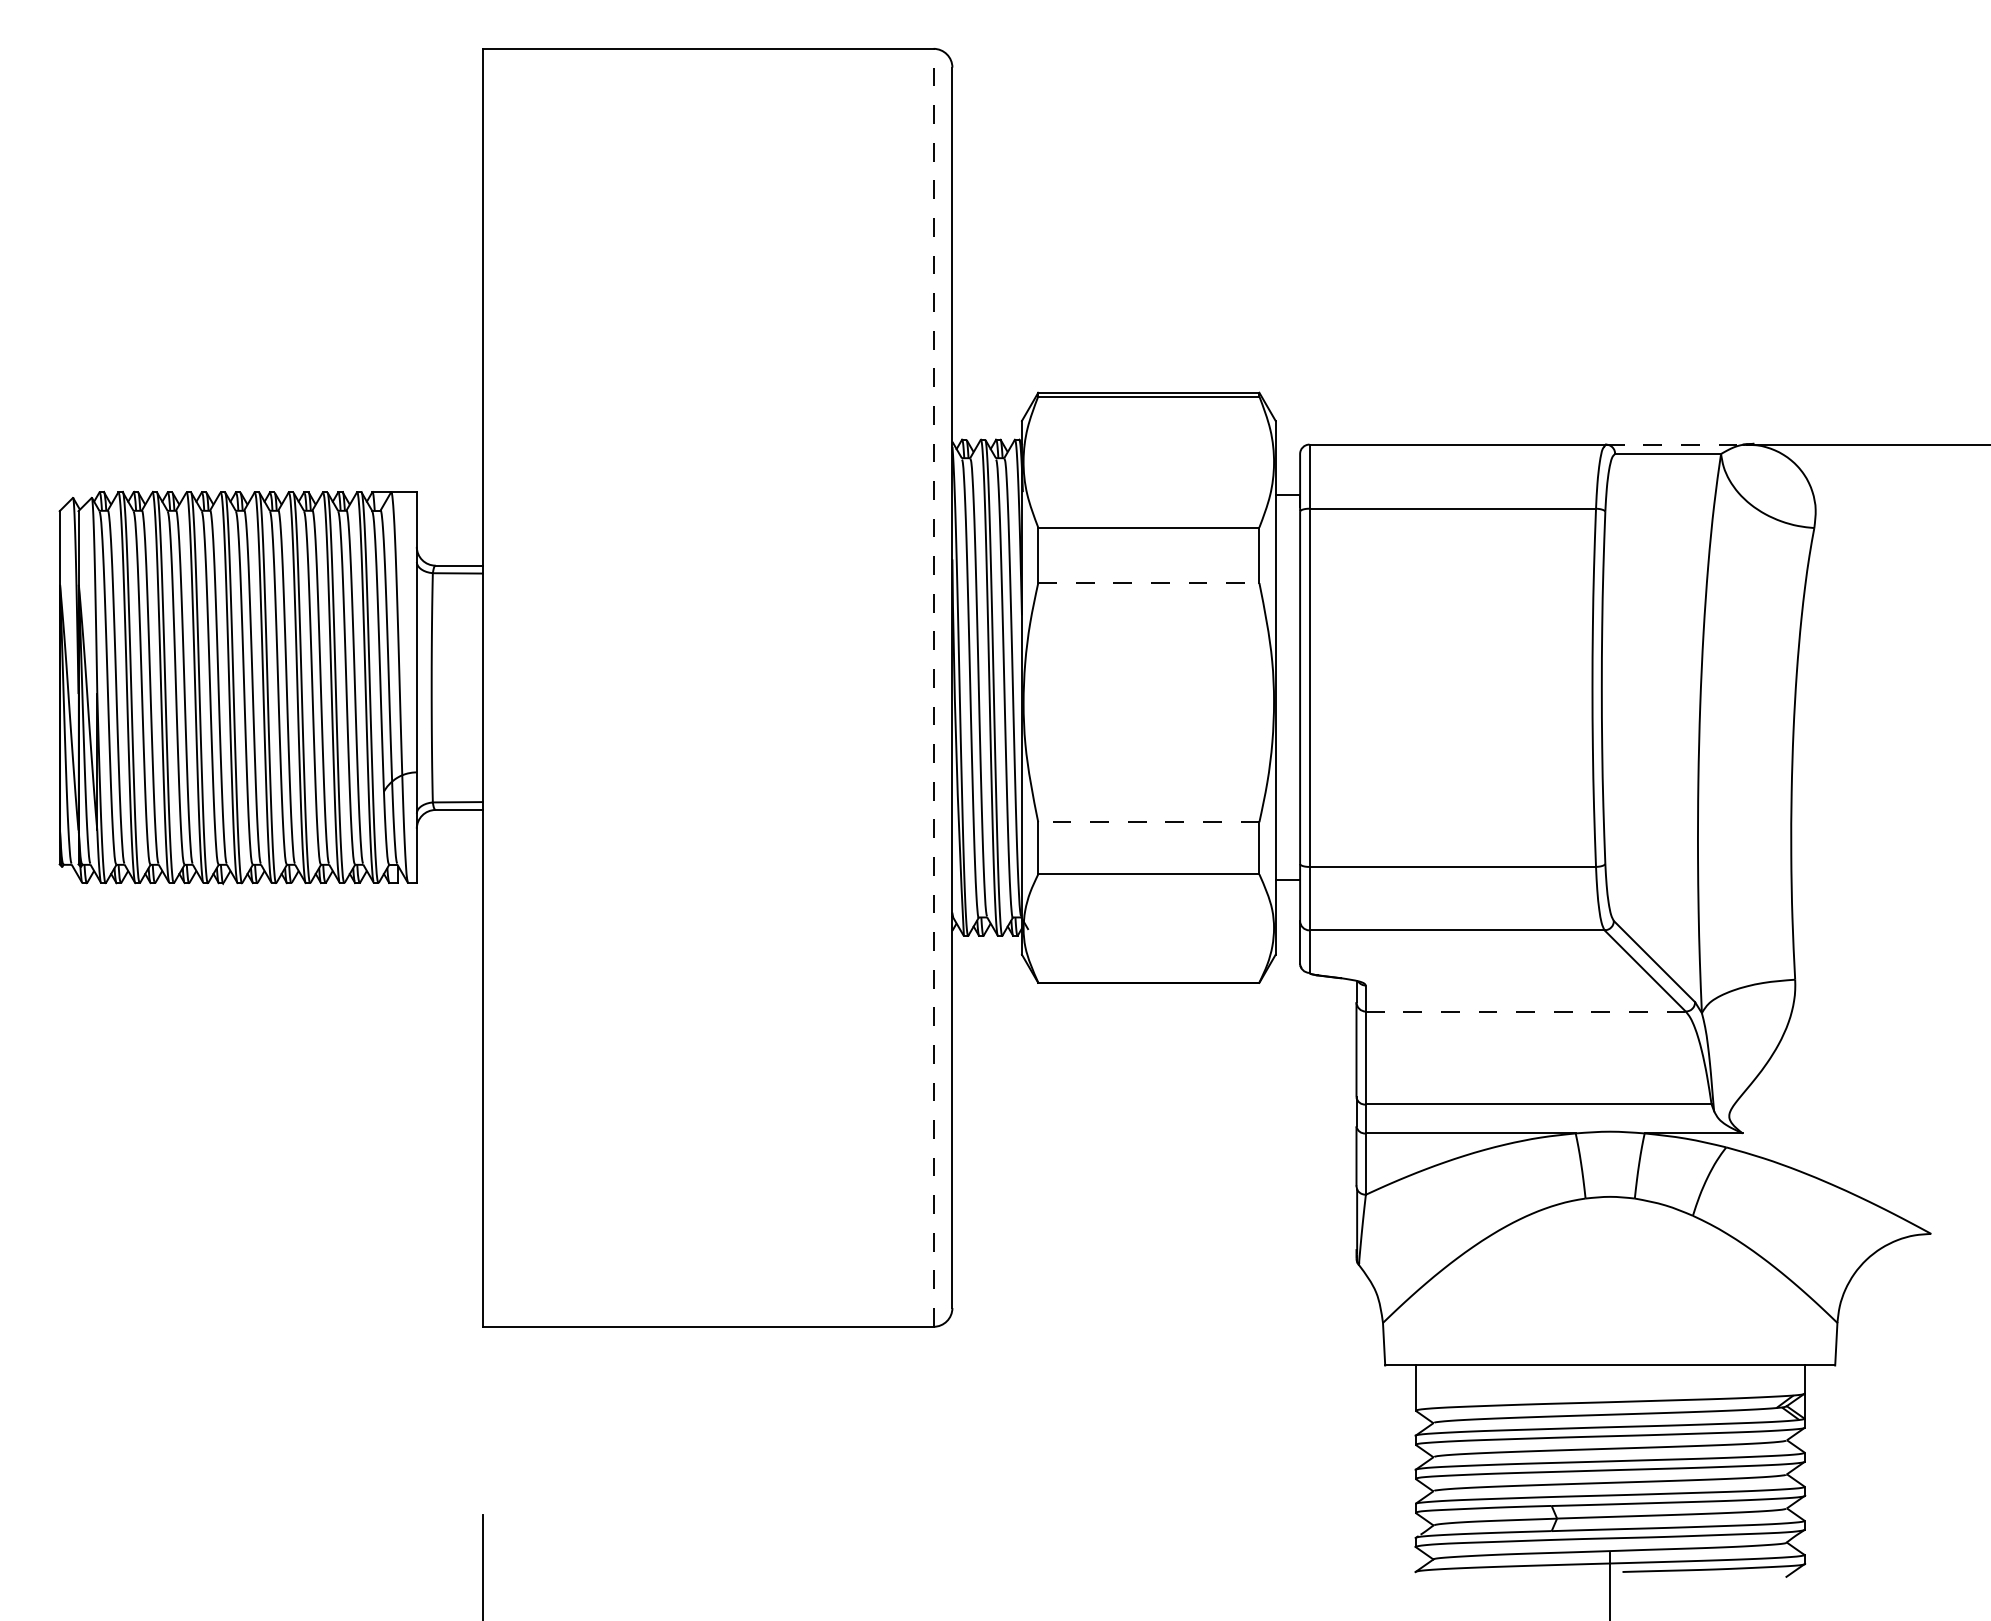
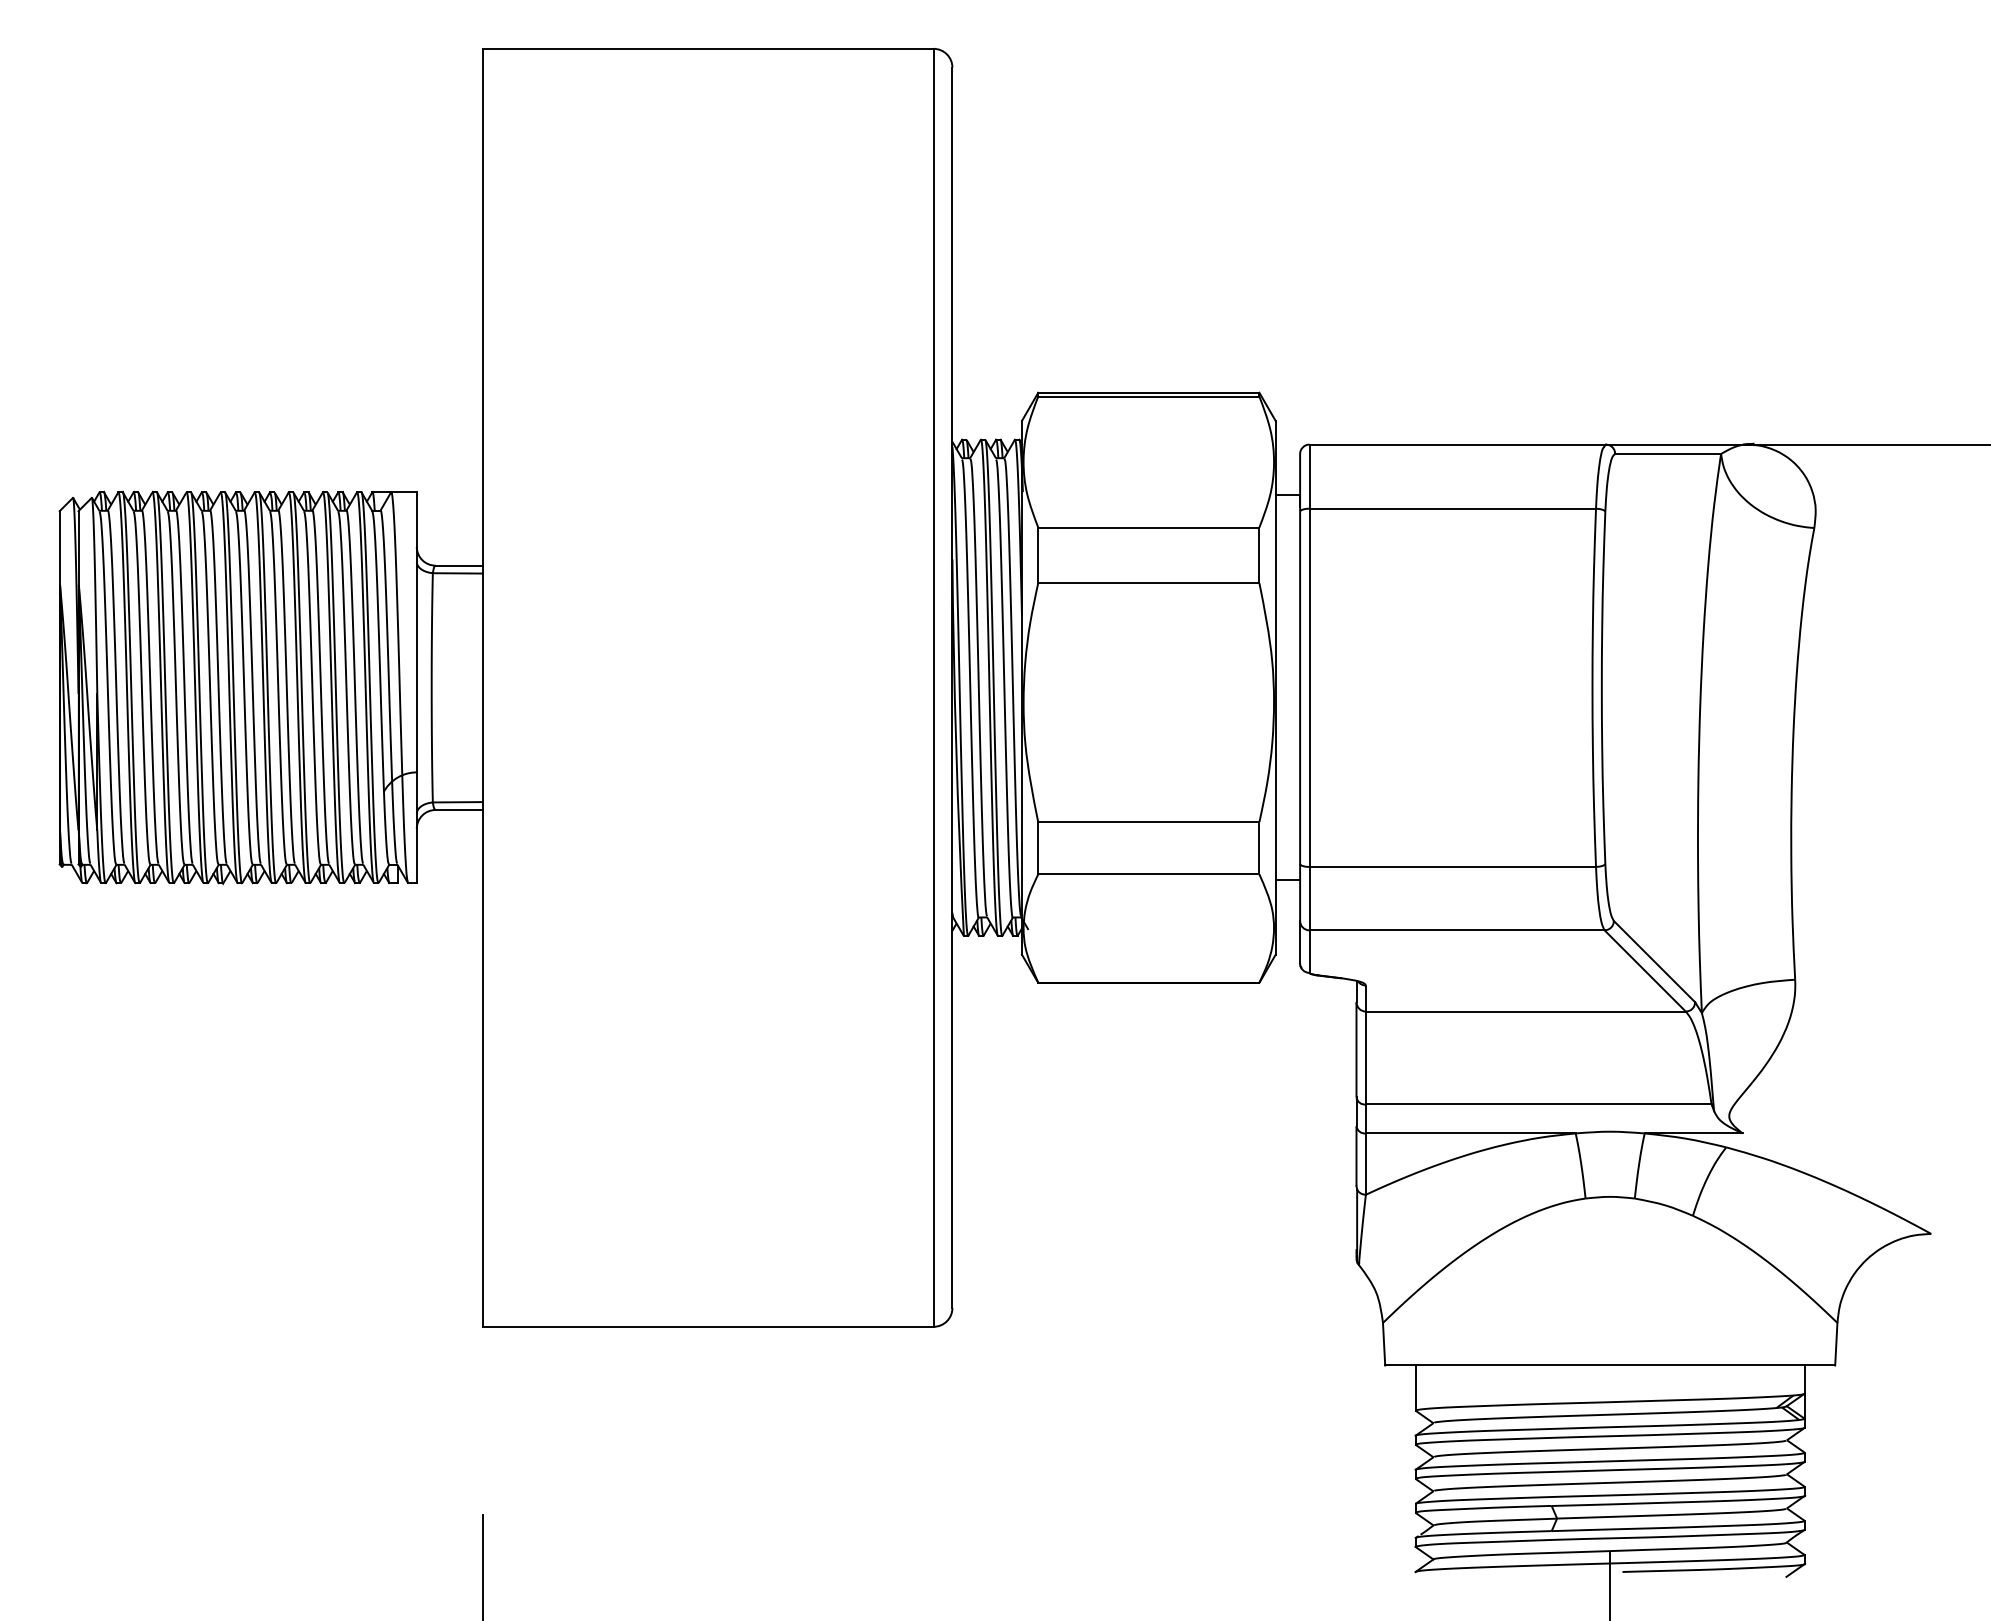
line at (1676, 444): dashed -> solid
line at (1148, 583): dashed -> solid
line at (933, 687): dashed -> solid
line at (1148, 822): dashed -> solid
line at (1525, 1011): dashed -> solid
